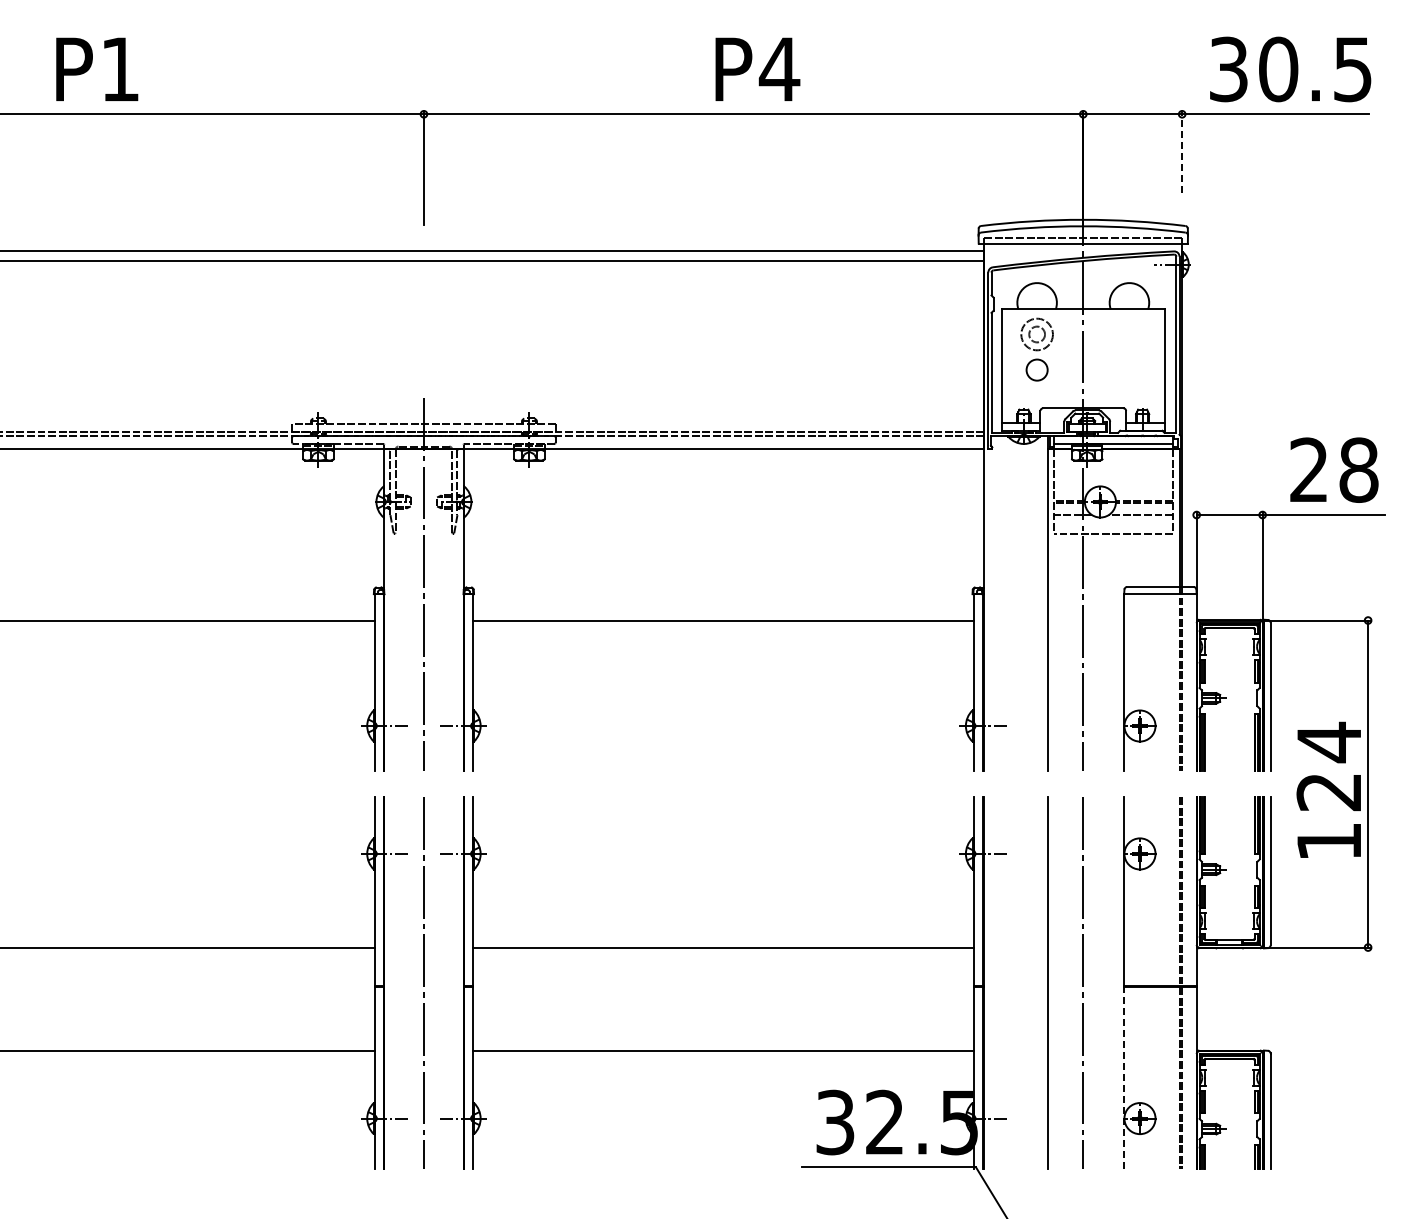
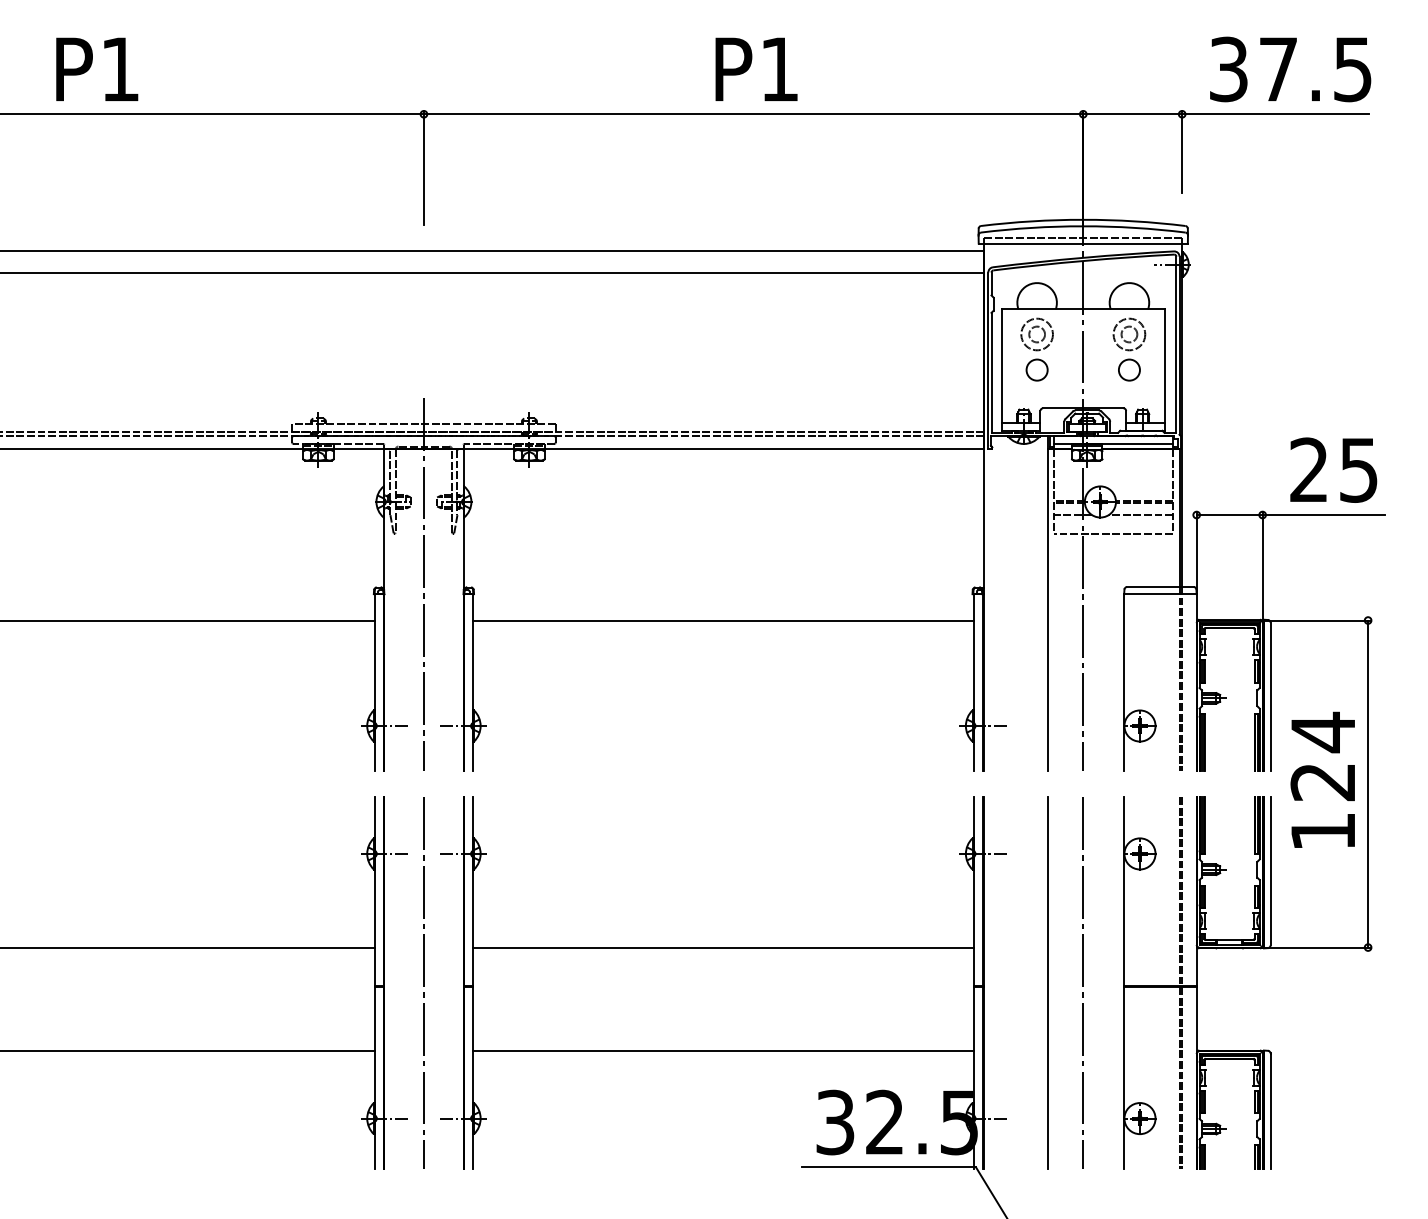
text at (779, 69): P4 -> P1
text at (1278, 69): 30.5 -> 37.5
line at (1182, 152): dashed -> solid
line at (493, 260) position: (493, 260) -> (493, 272)
part at (1129, 349): none -> present
text at (1358, 469): 28 -> 25
text at (1328, 789) position: (1328, 789) -> (1322, 779)
line at (1124, 1077): dashed -> solid
